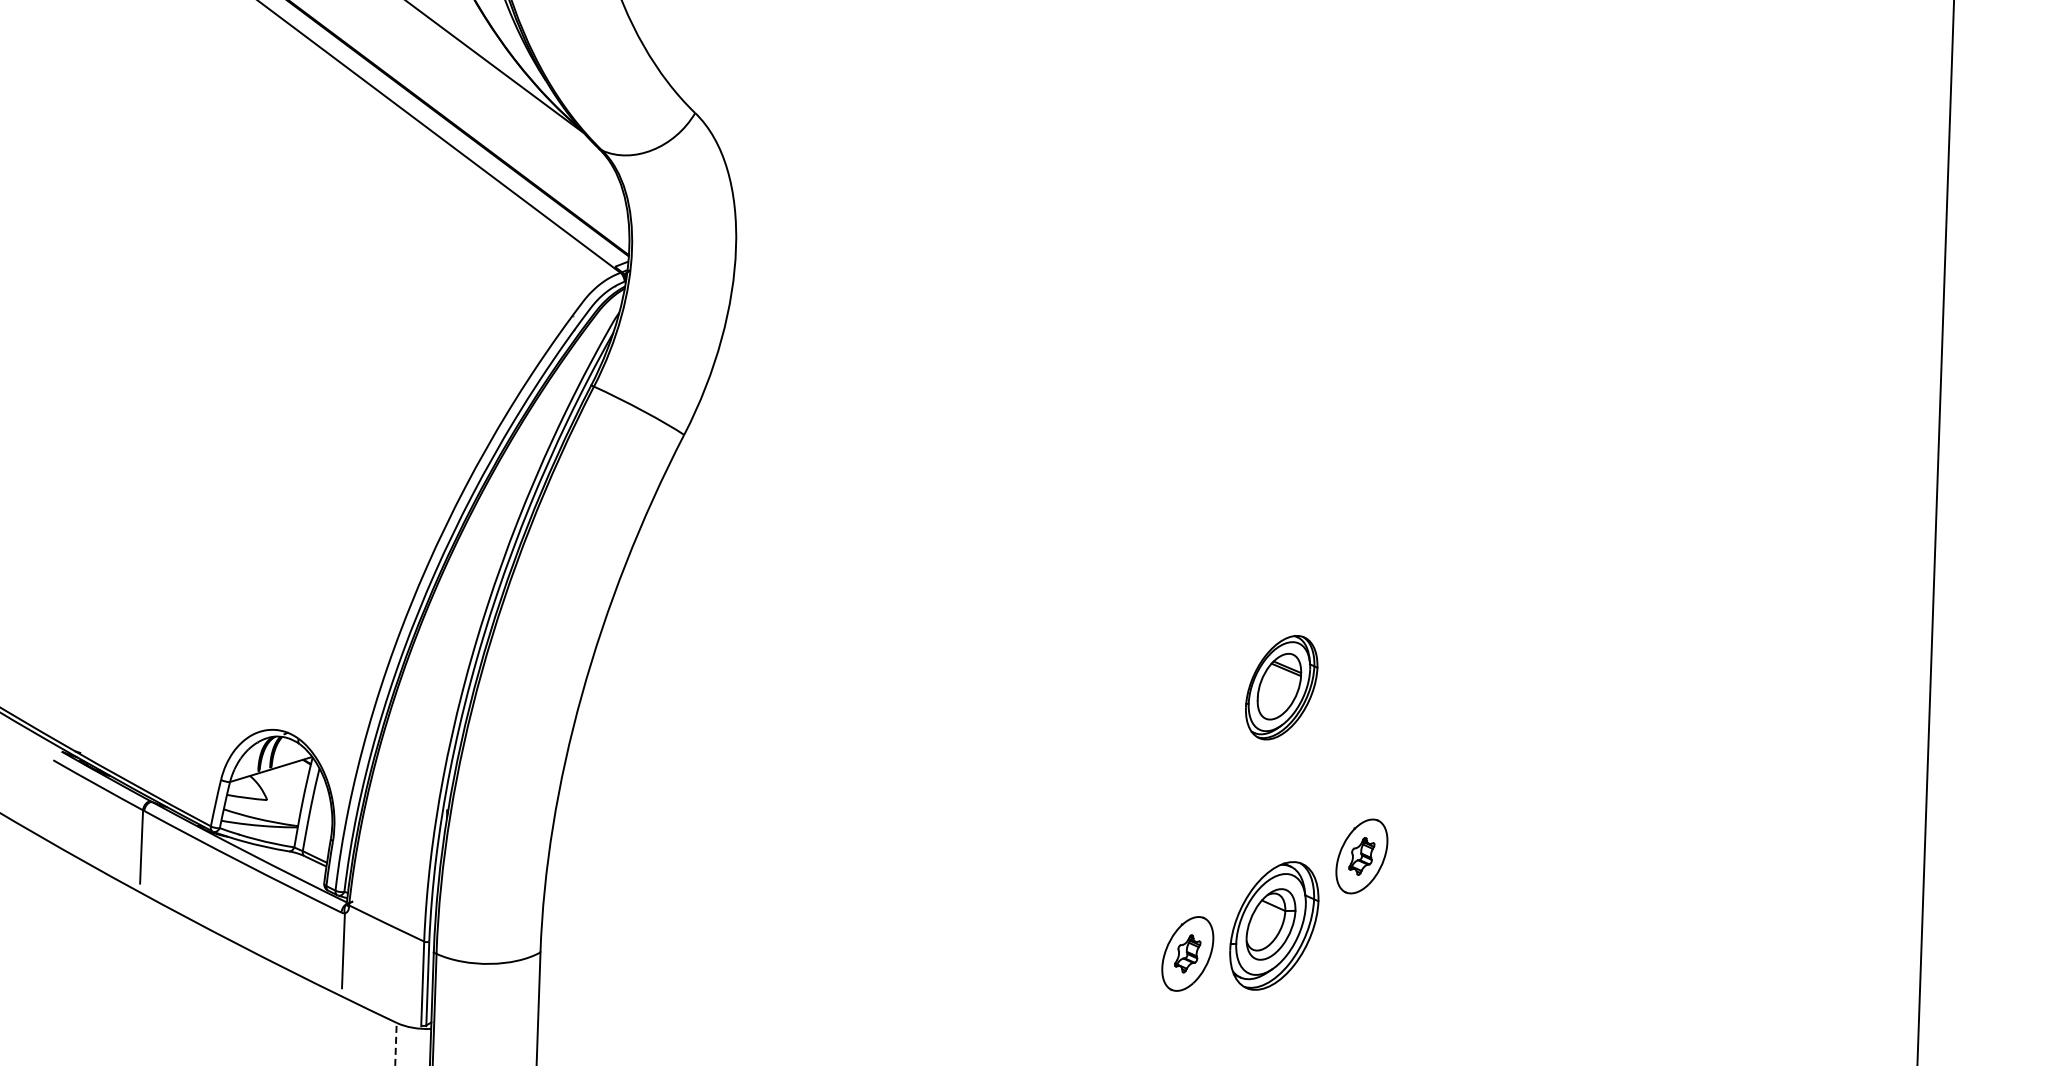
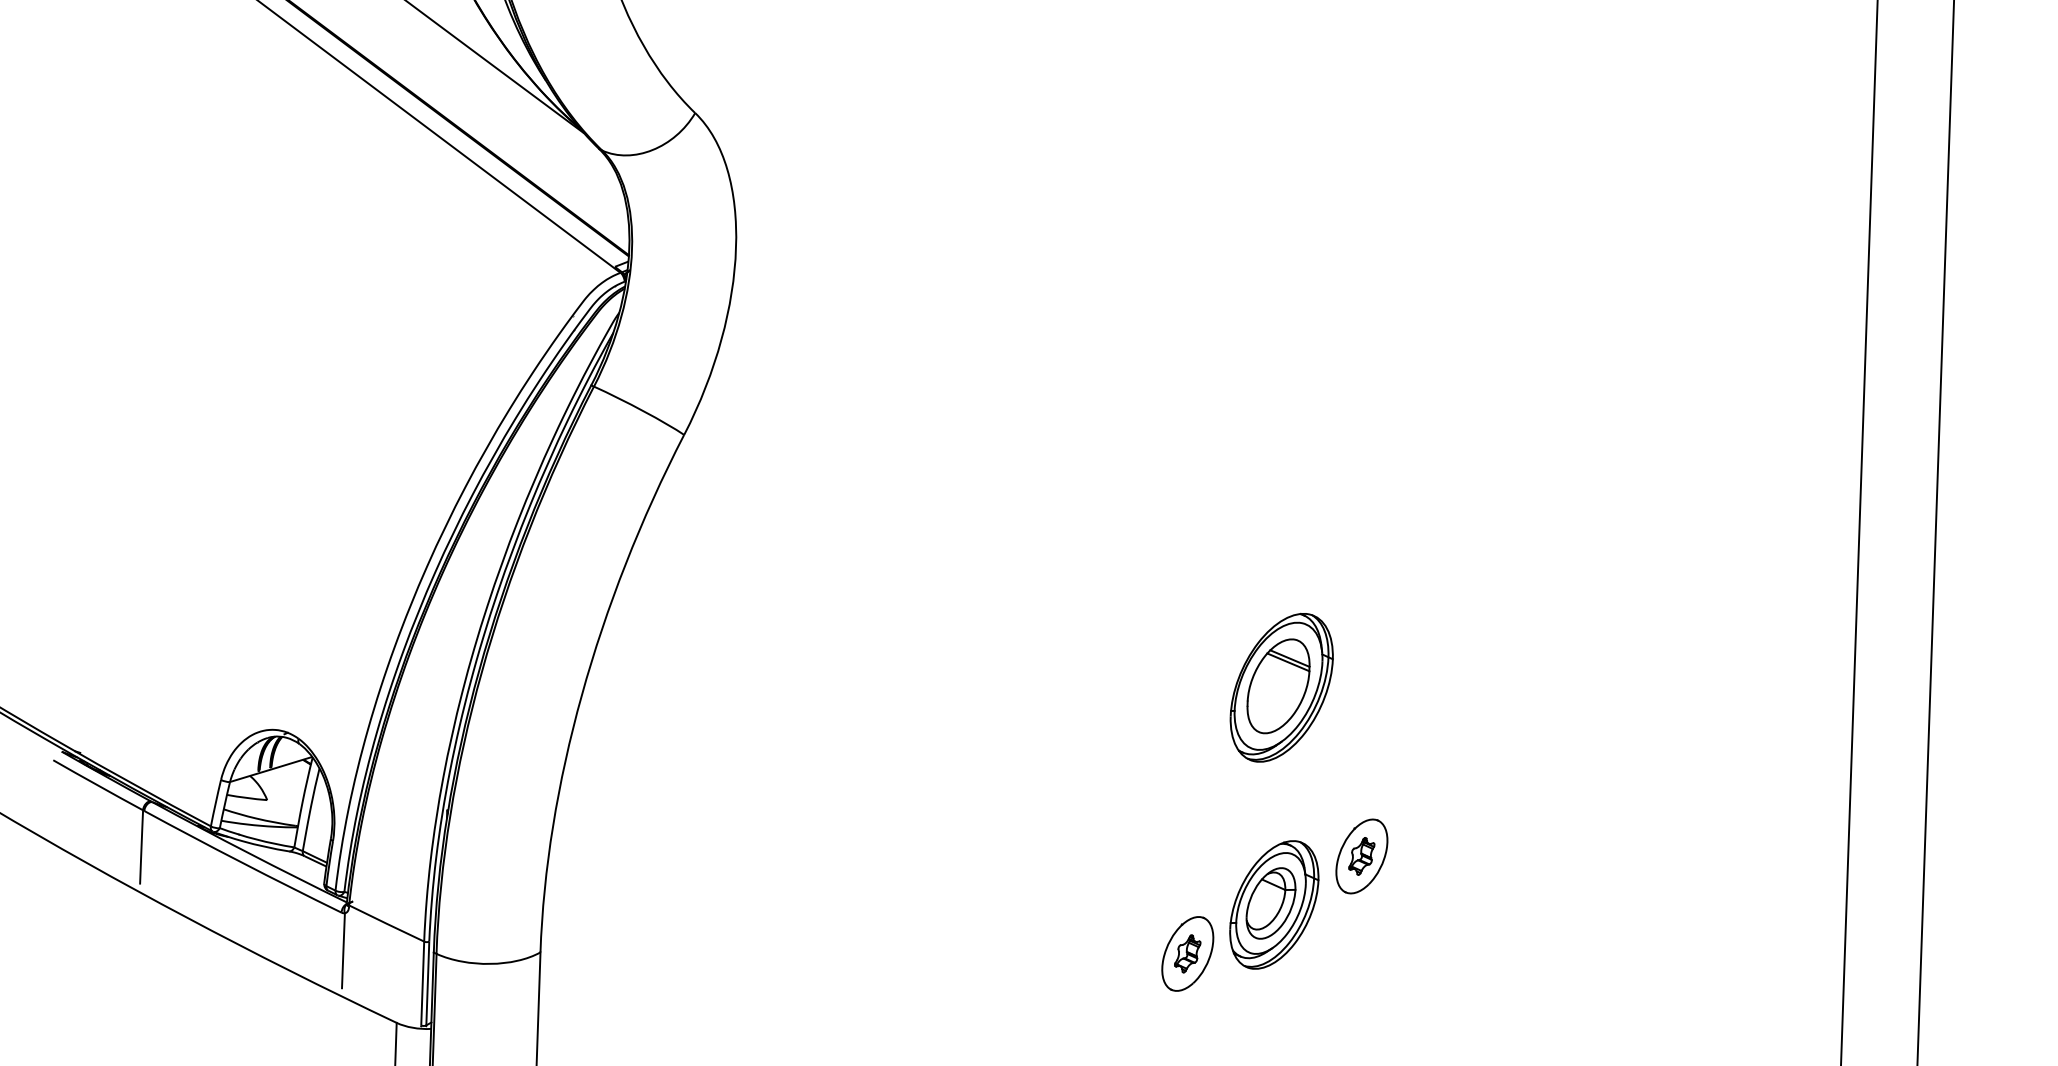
line at (1859, 532): none -> present
part at (1281, 687) size: 74x106 px -> 105x151 px
part at (1274, 925) position: (1274, 925) -> (1274, 904)
line at (395, 1043): dashed -> solid
